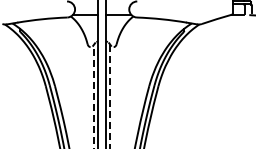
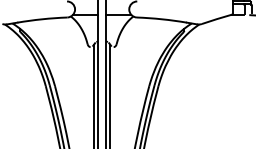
line at (93, 96): dashed -> solid
line at (110, 96): dashed -> solid
